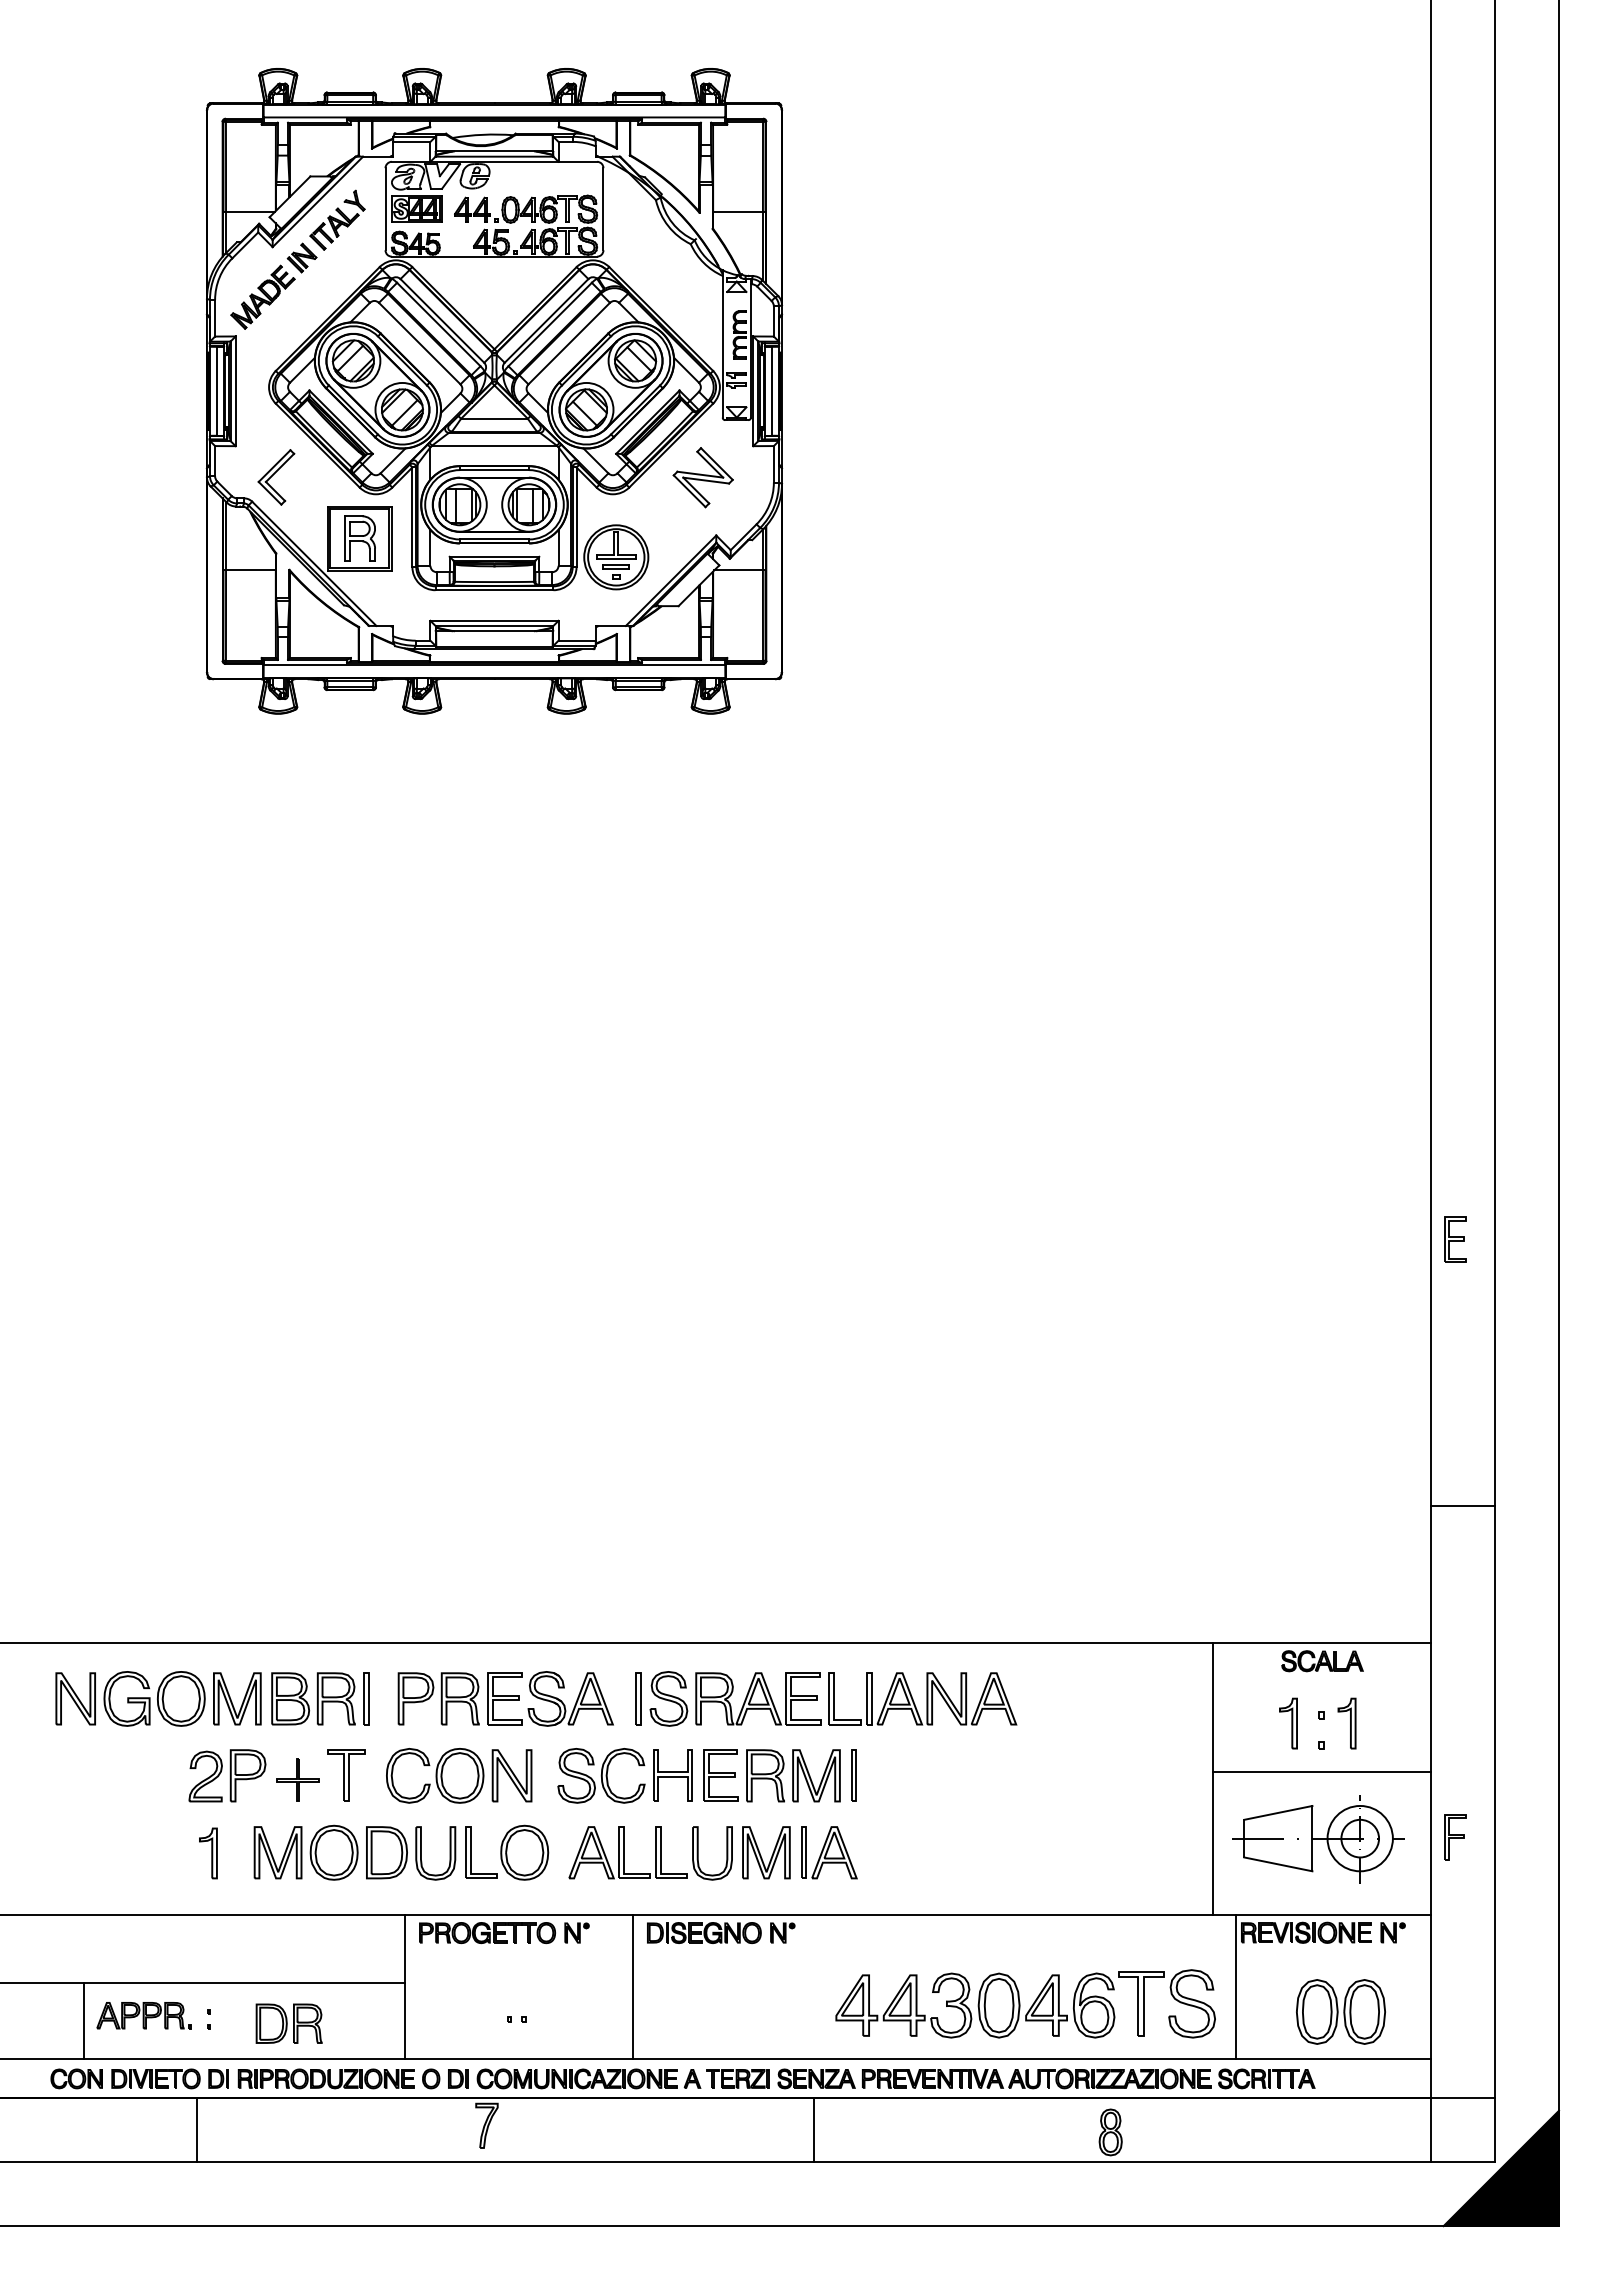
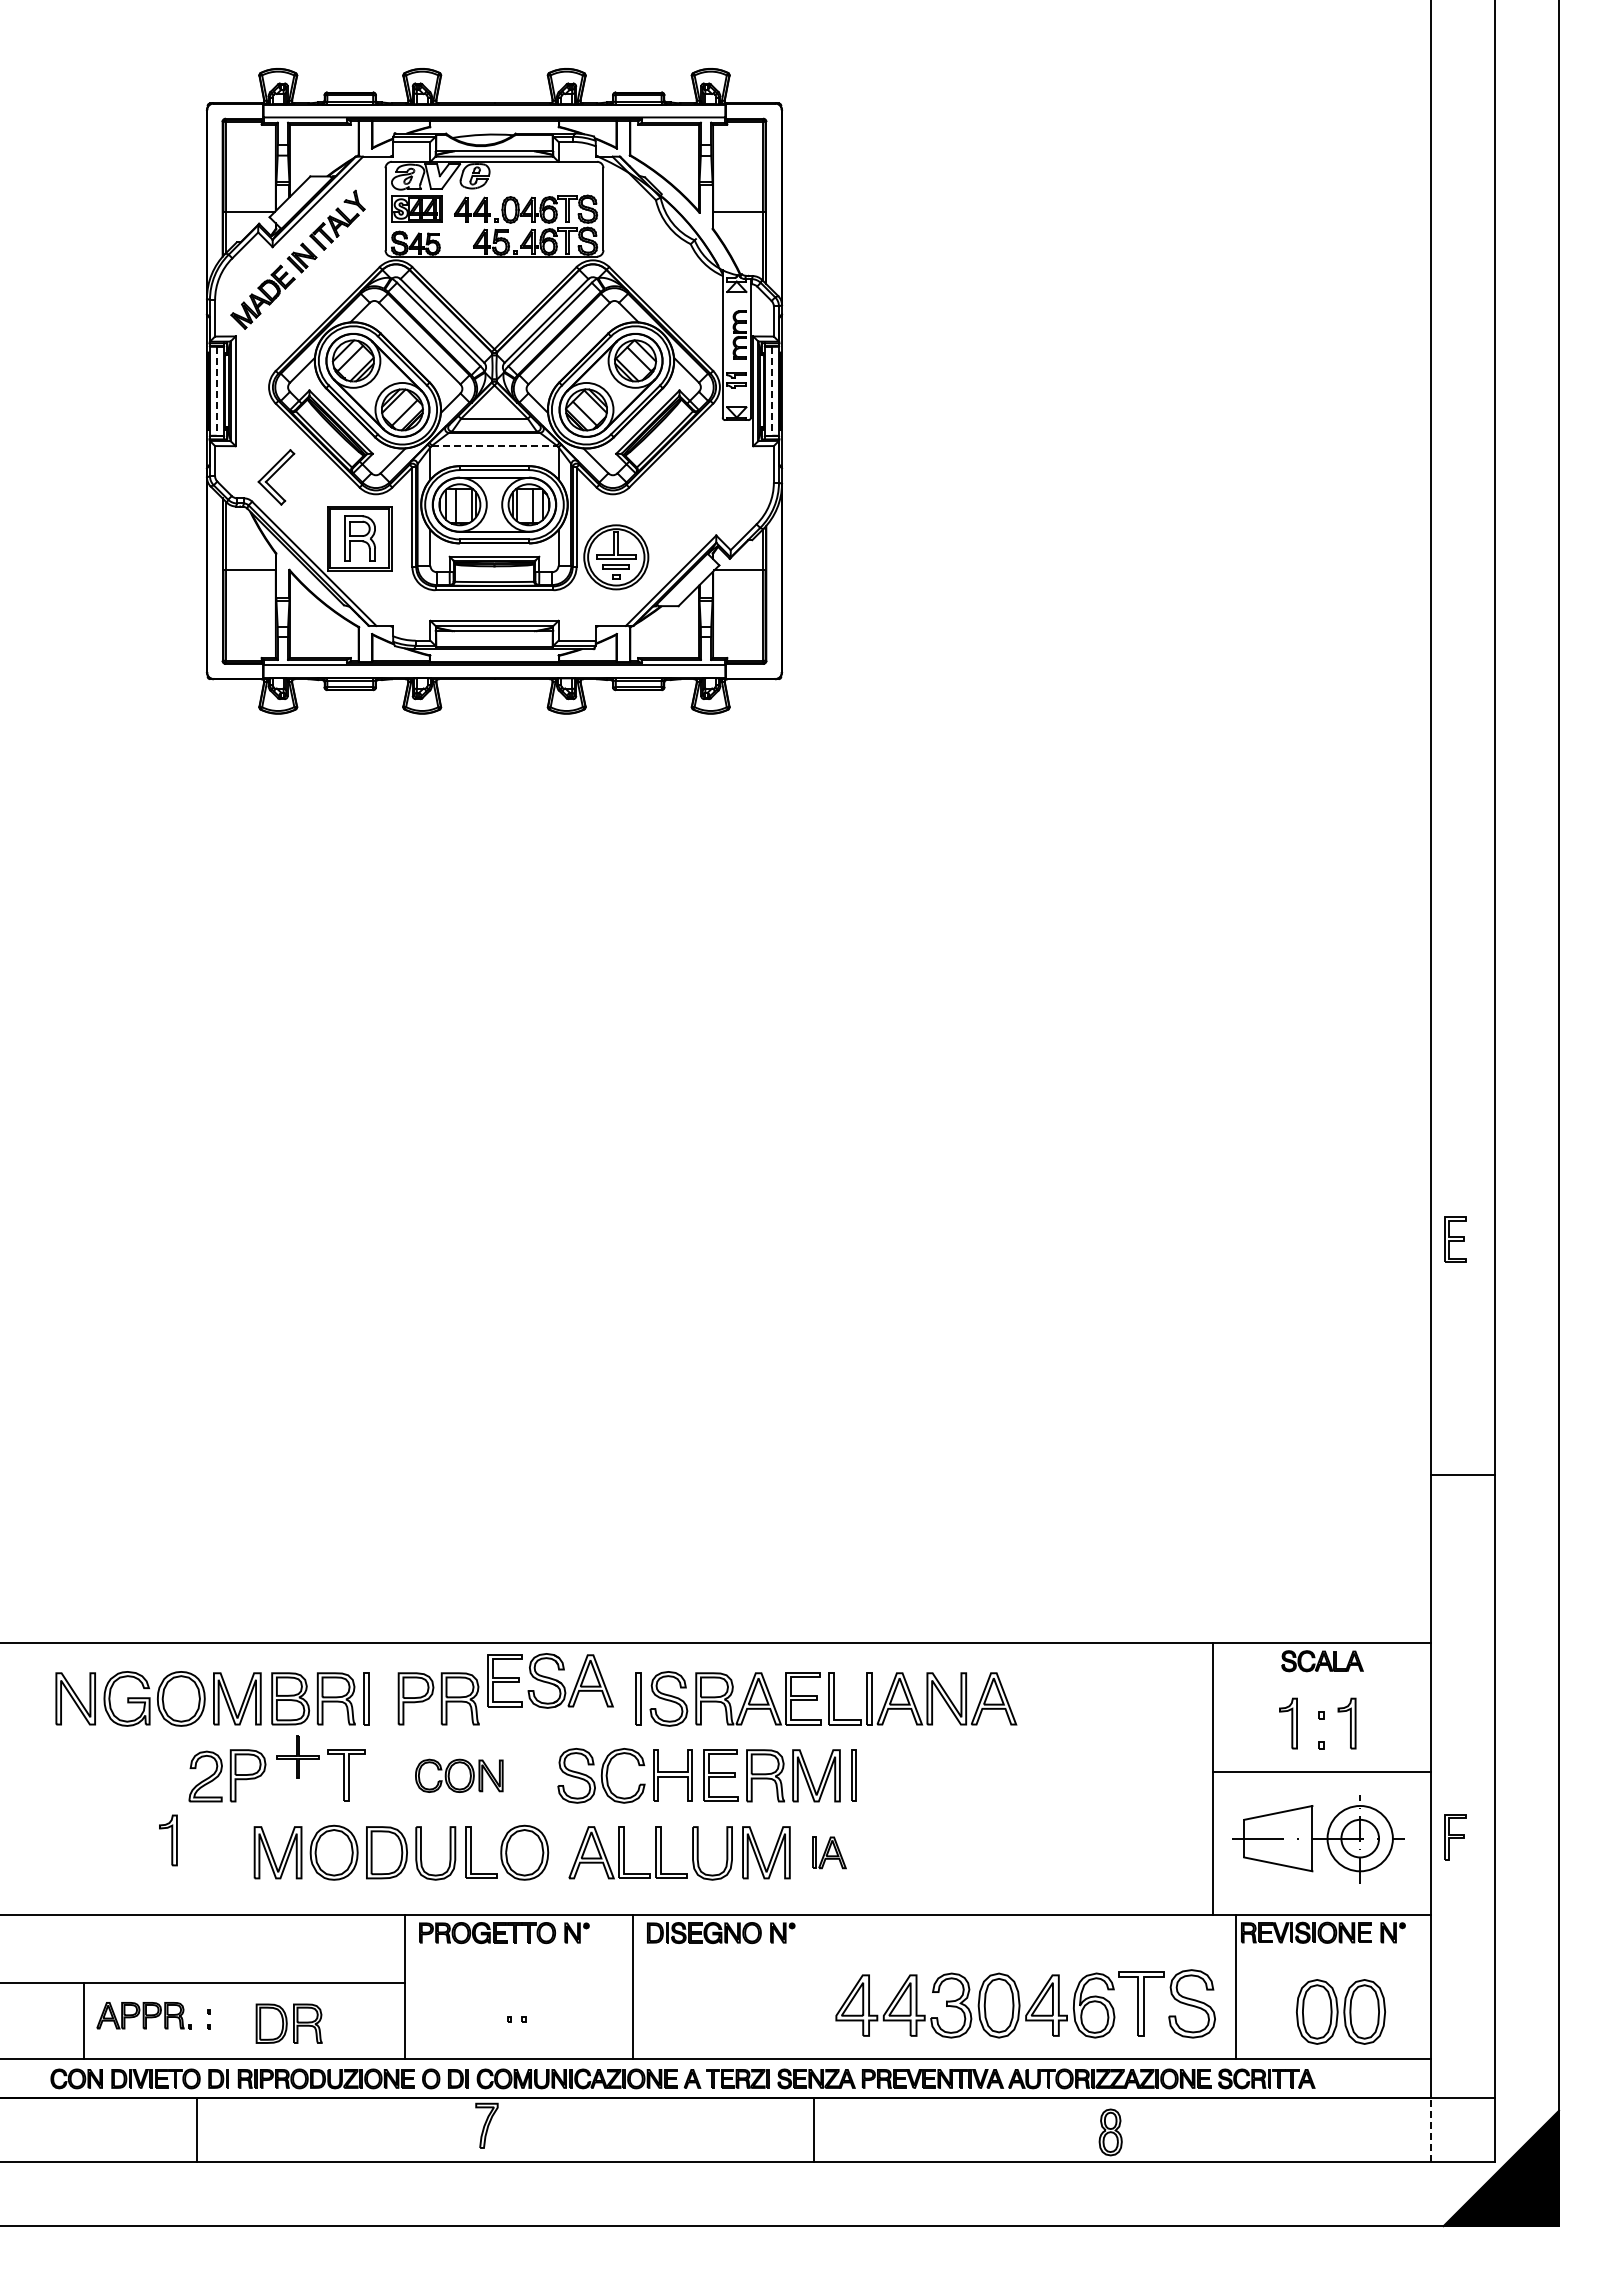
line at (216, 391): solid -> dashed
line at (772, 391): solid -> dashed
line at (494, 445): solid -> dashed
part at (702, 477): present -> none
line at (1462, 1505) position: (1462, 1505) -> (1462, 1474)
part at (550, 1698) position: (550, 1698) -> (550, 1680)
part at (459, 1775) size: 147x56 px -> 89x35 px
part at (297, 1779) position: (297, 1779) -> (297, 1756)
part at (829, 1852) size: 57x54 px -> 35x34 px
part at (208, 1853) position: (208, 1853) -> (168, 1840)
line at (1430, 2129): solid -> dashed
